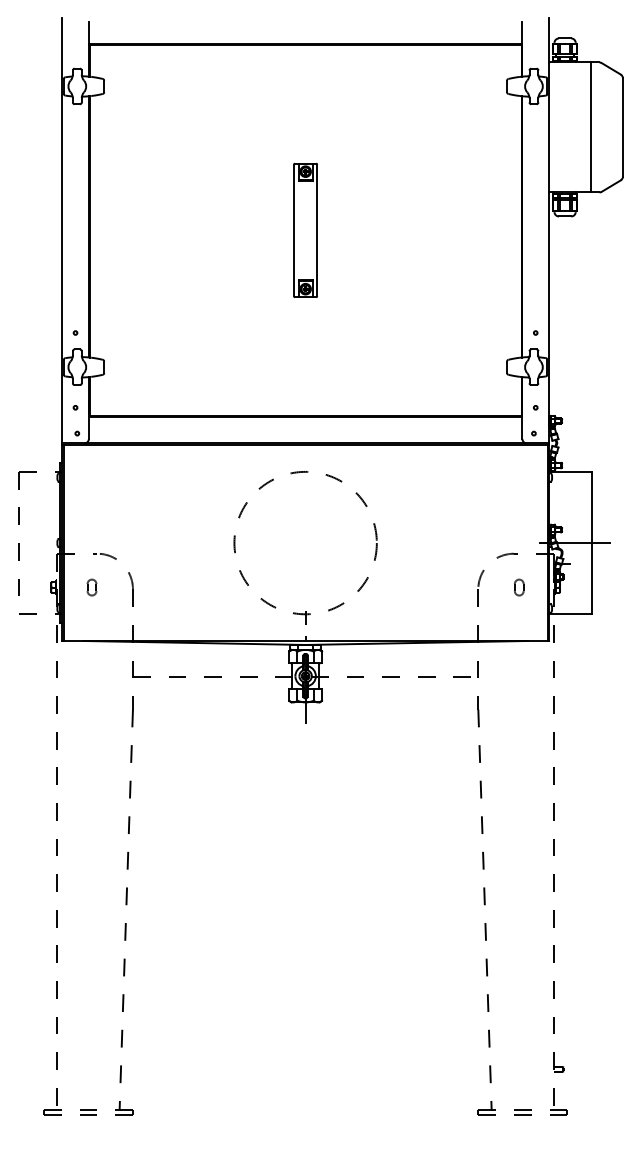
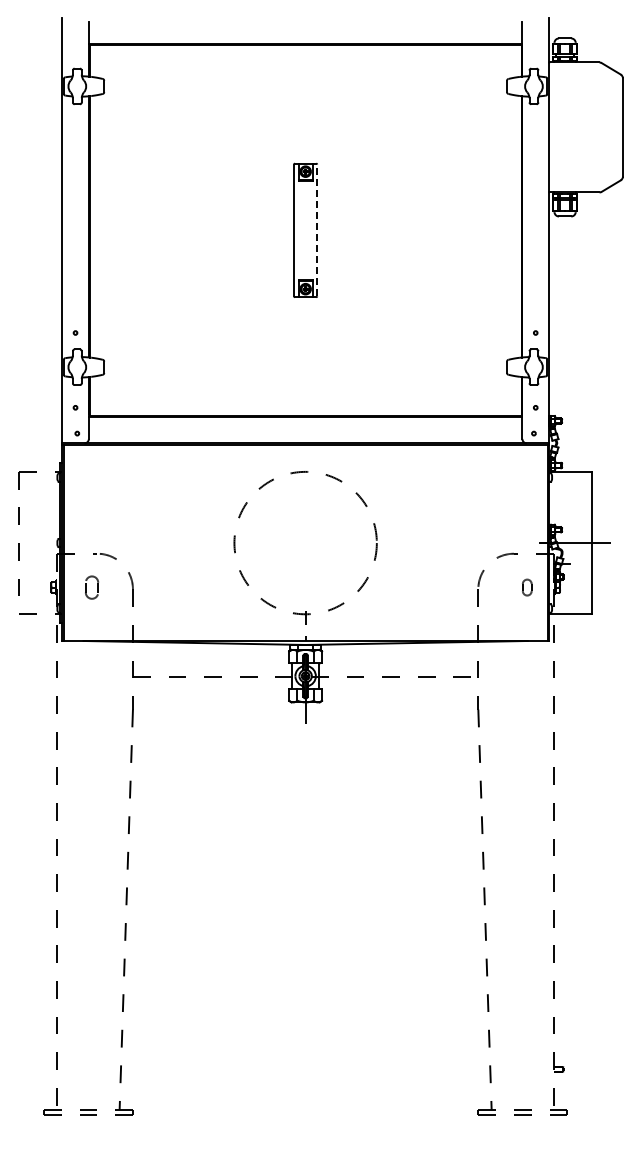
line at (590, 127): present -> none
line at (317, 230): solid -> dashed
part at (91, 587) size: 12x19 px -> 15x25 px
part at (519, 587) position: (519, 587) -> (527, 587)
